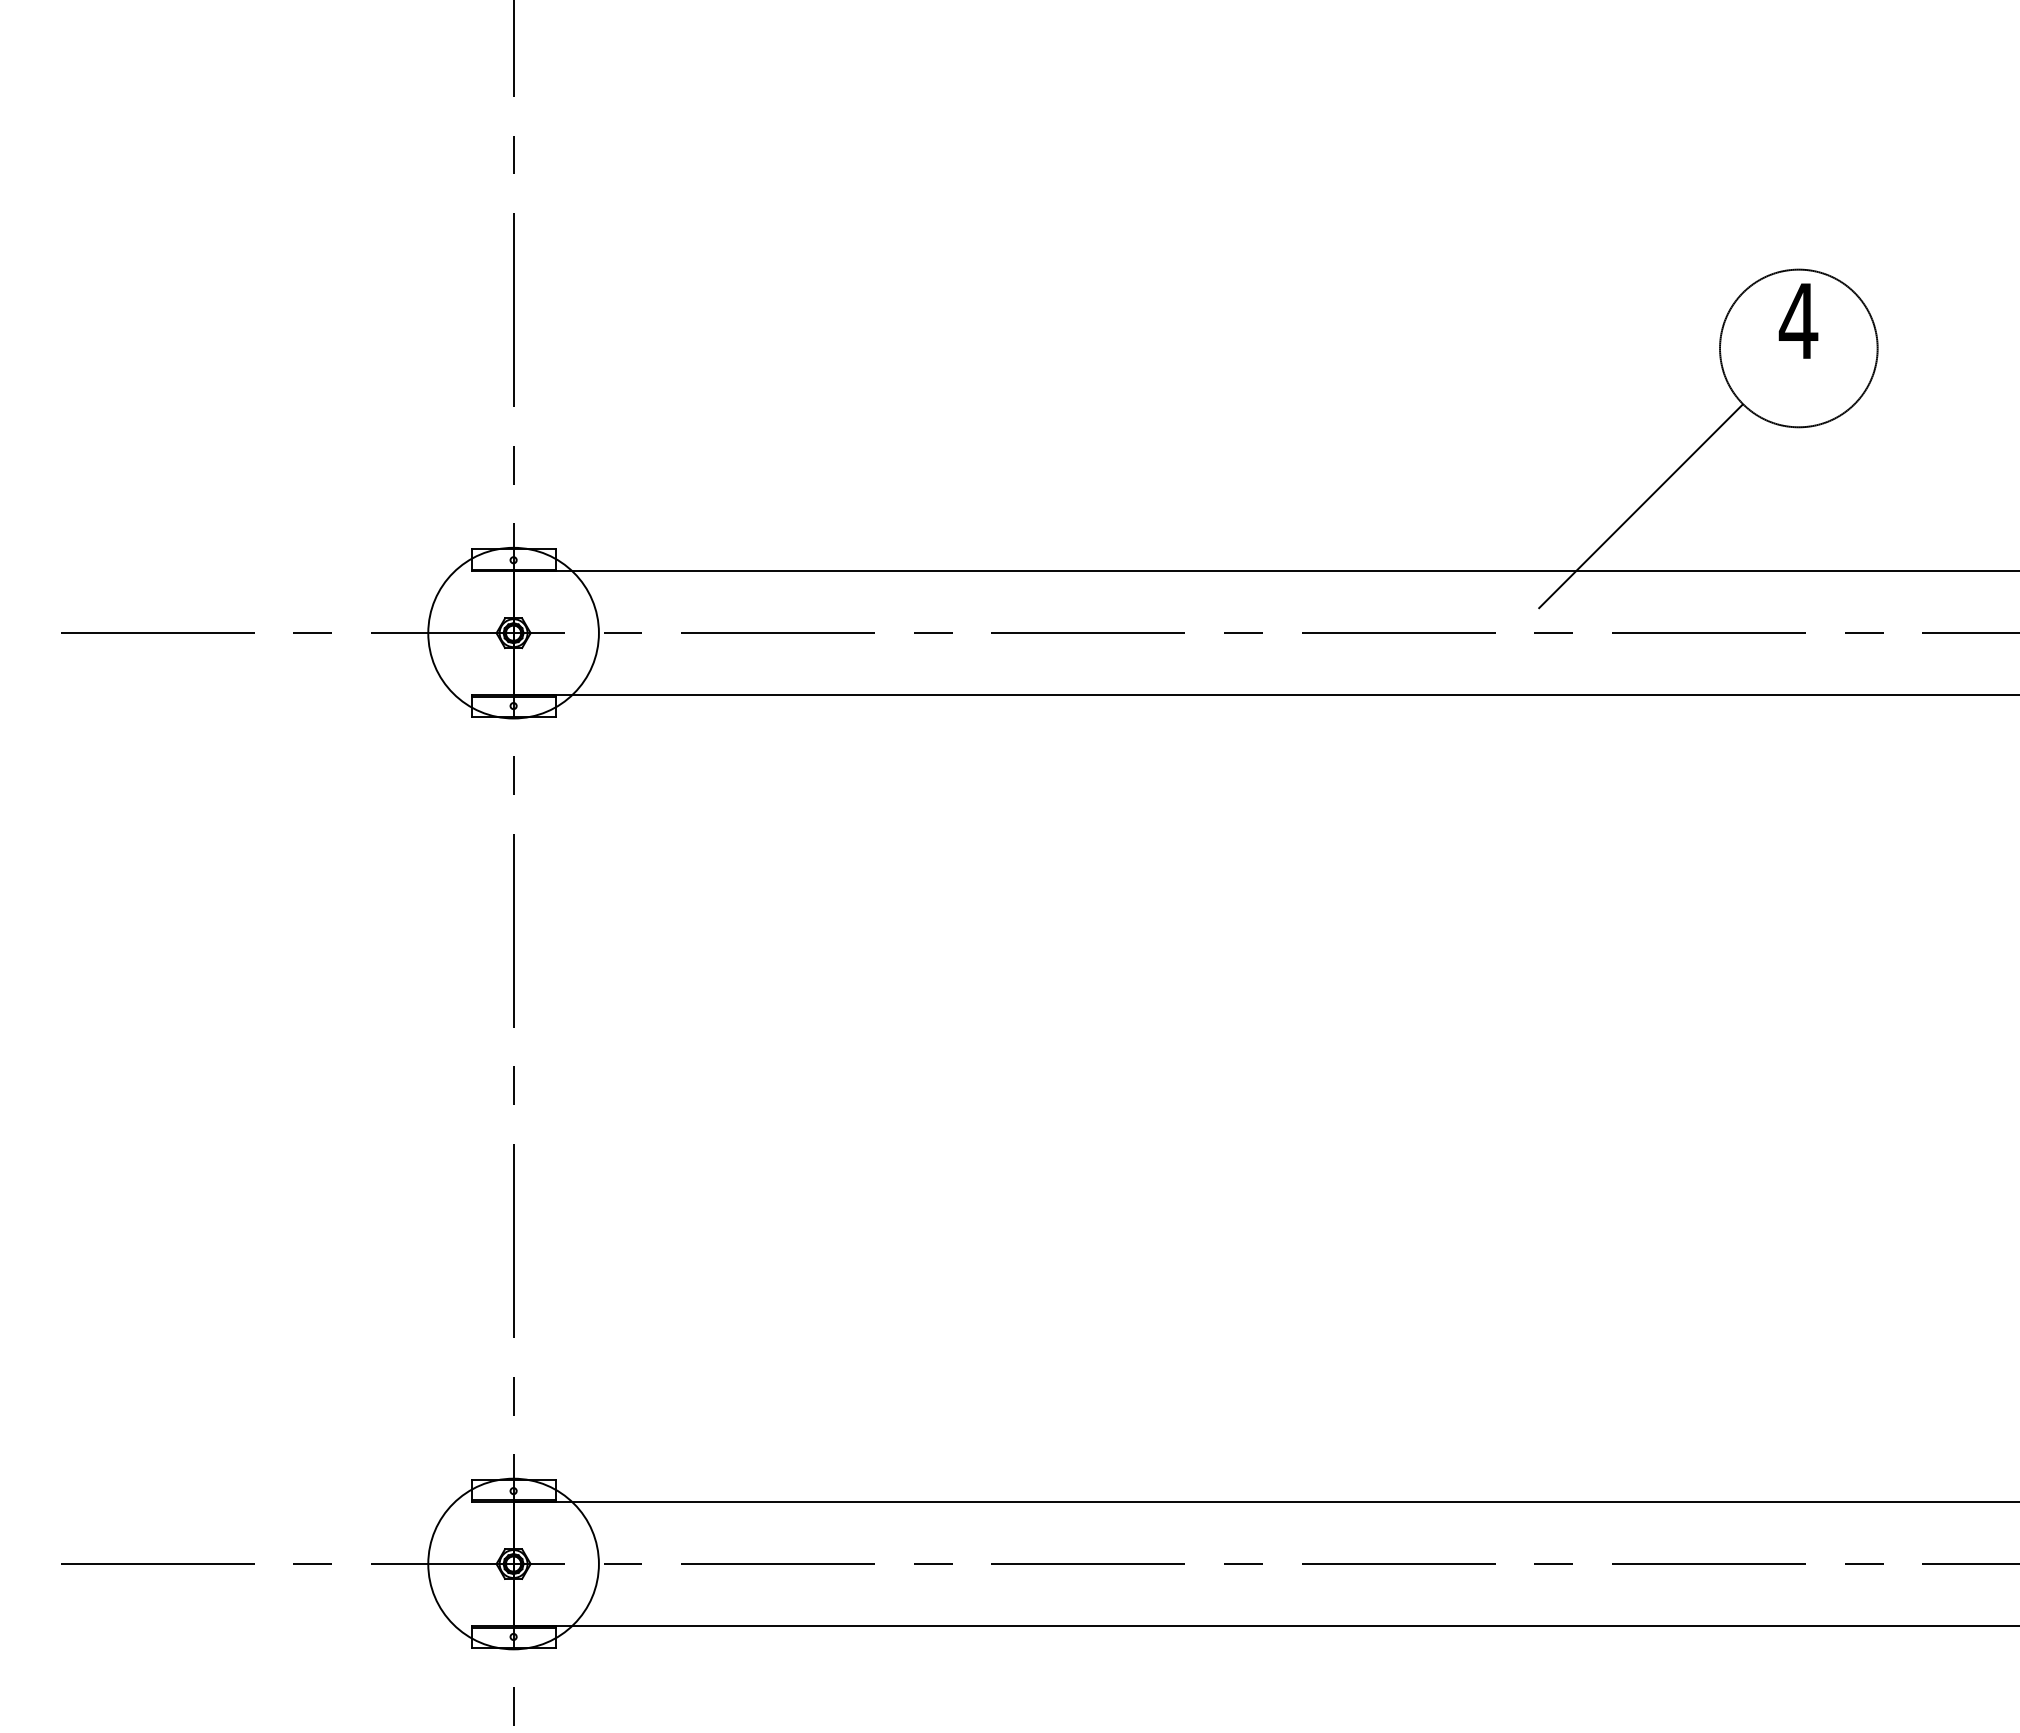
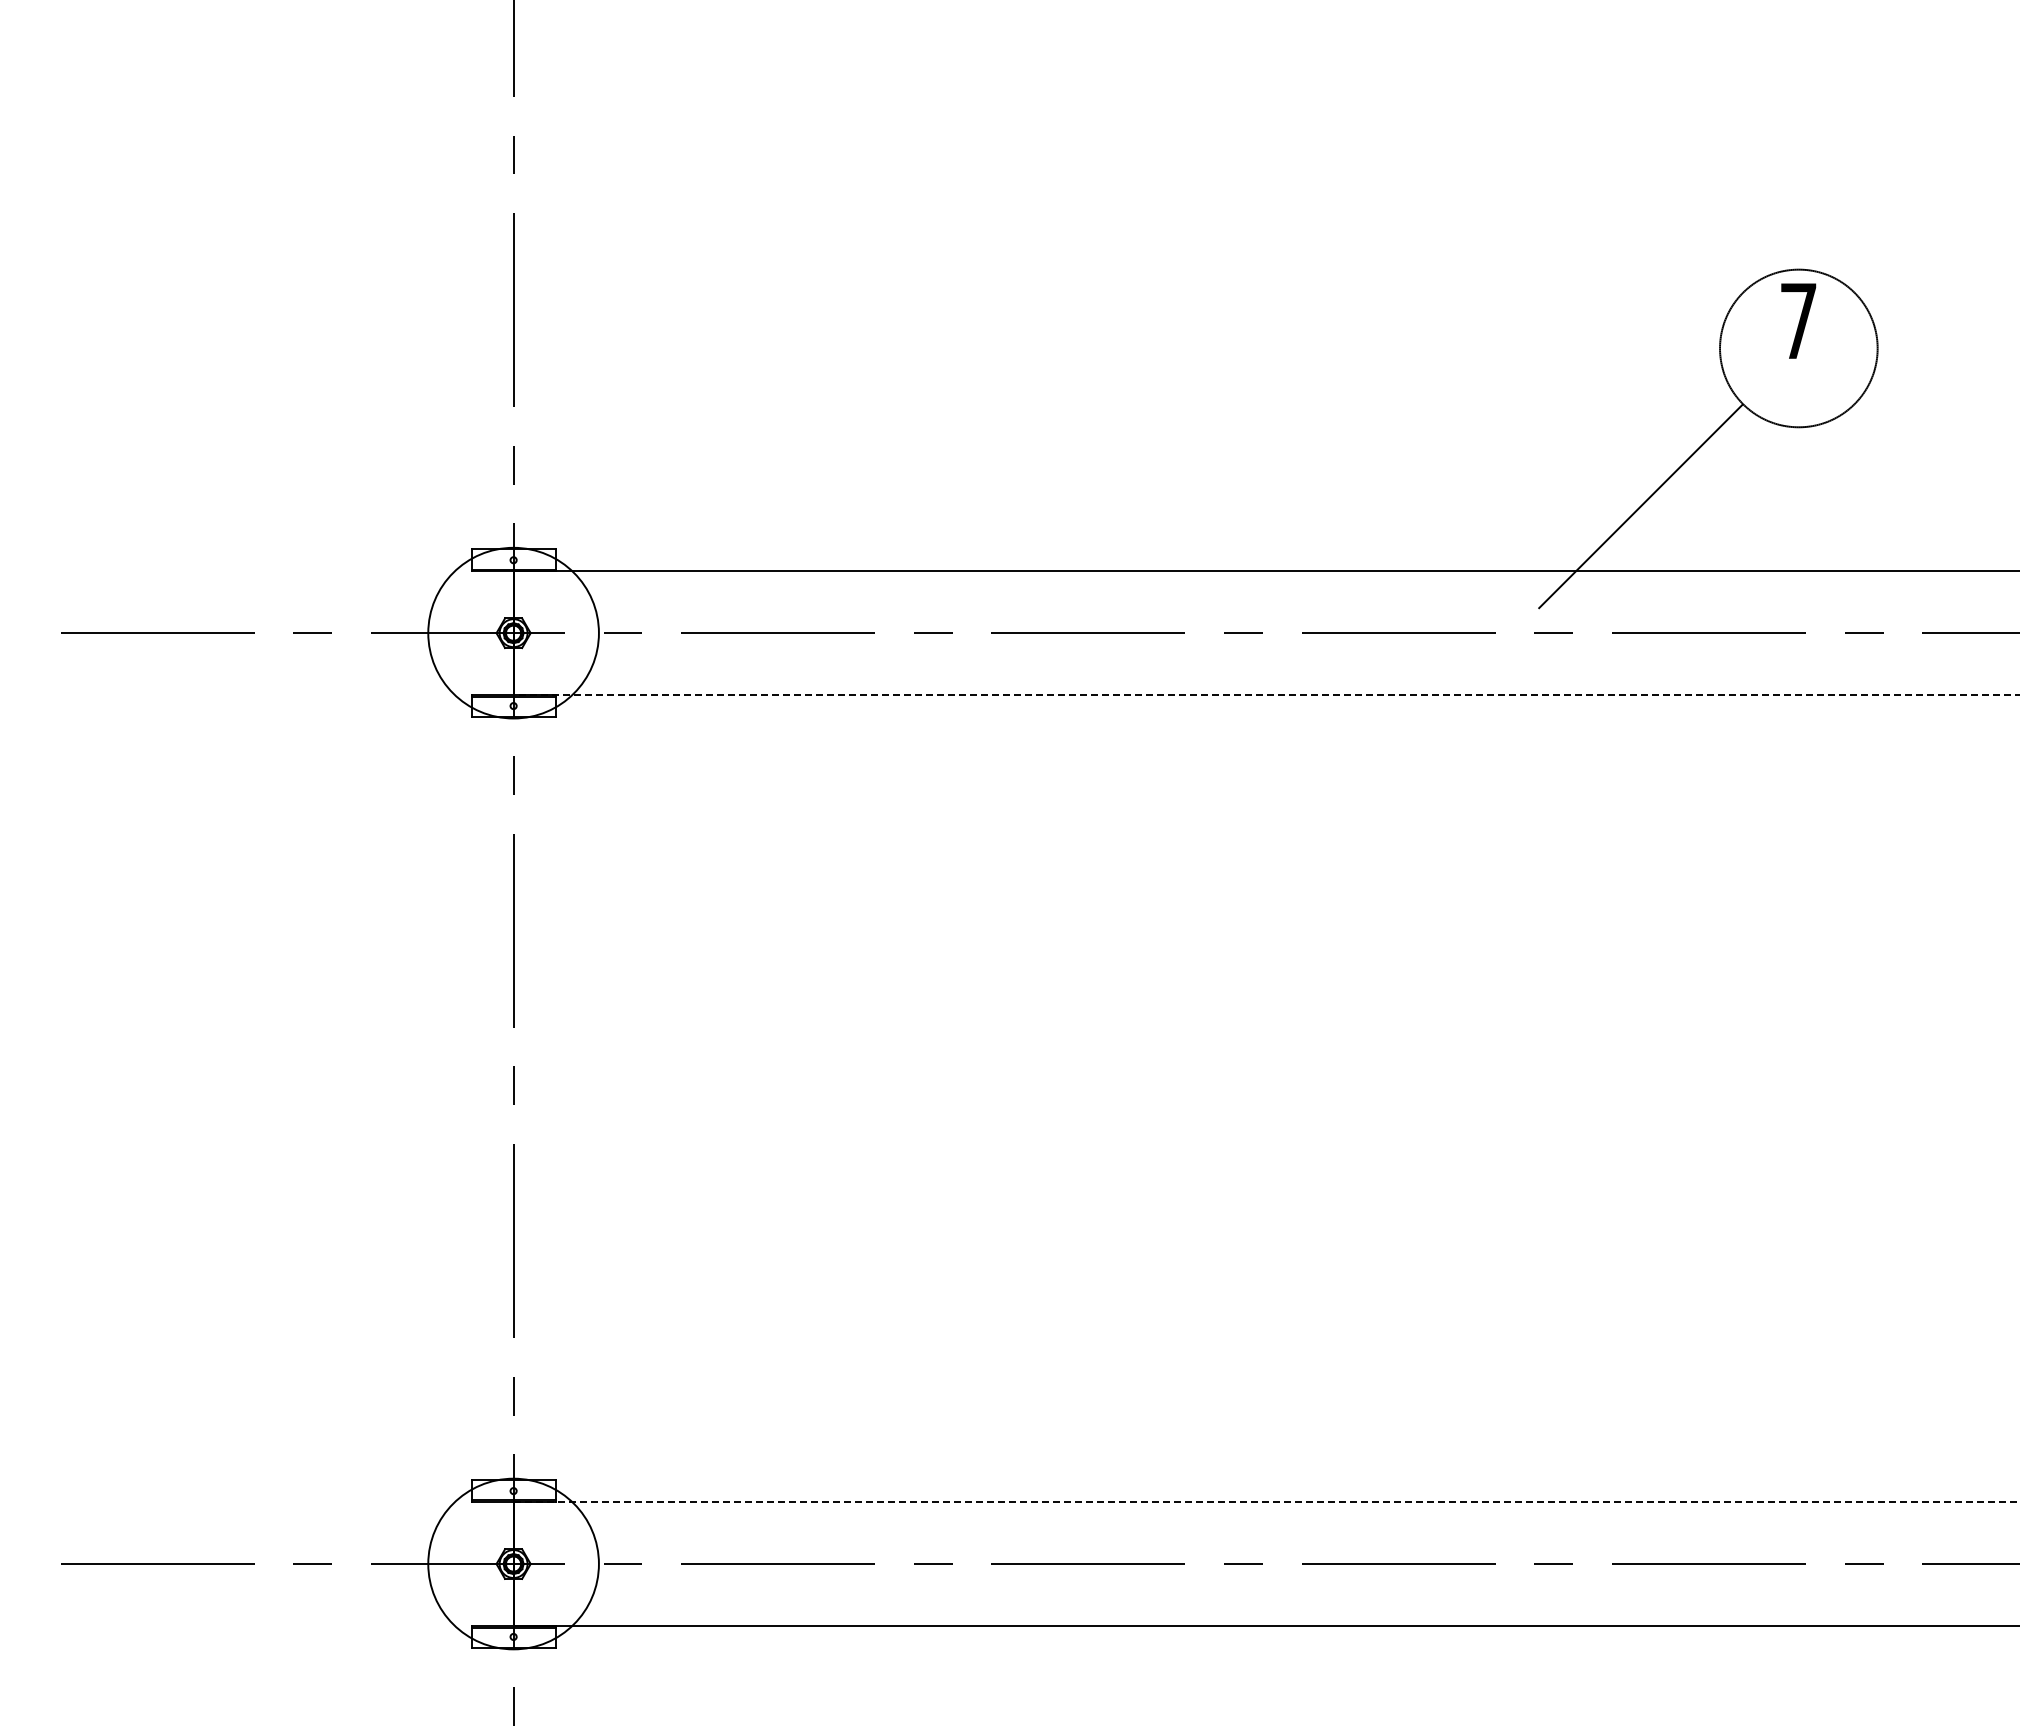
text at (1798, 320): 4 -> 7
line at (1266, 695): solid -> dashed
line at (1266, 1501): solid -> dashed
